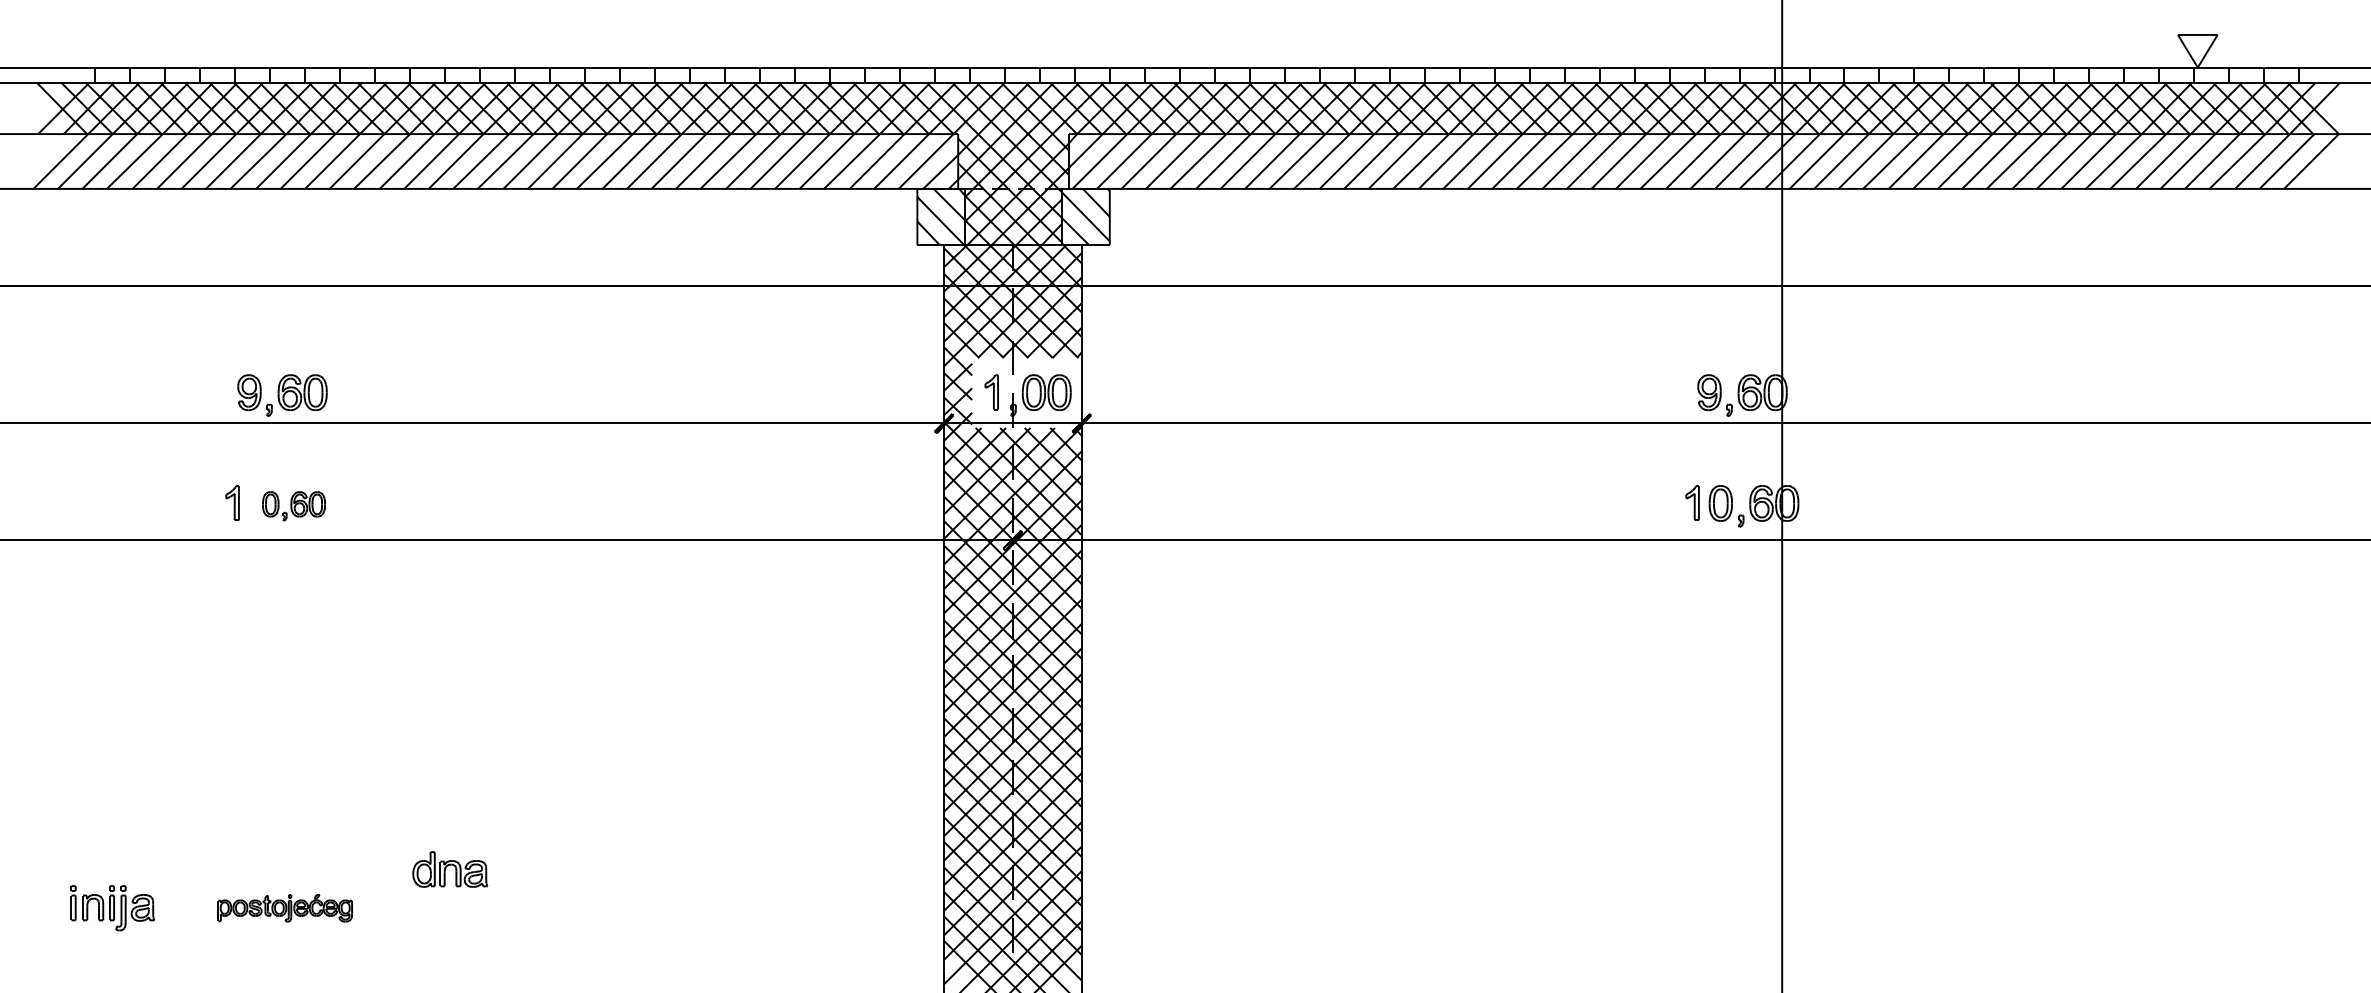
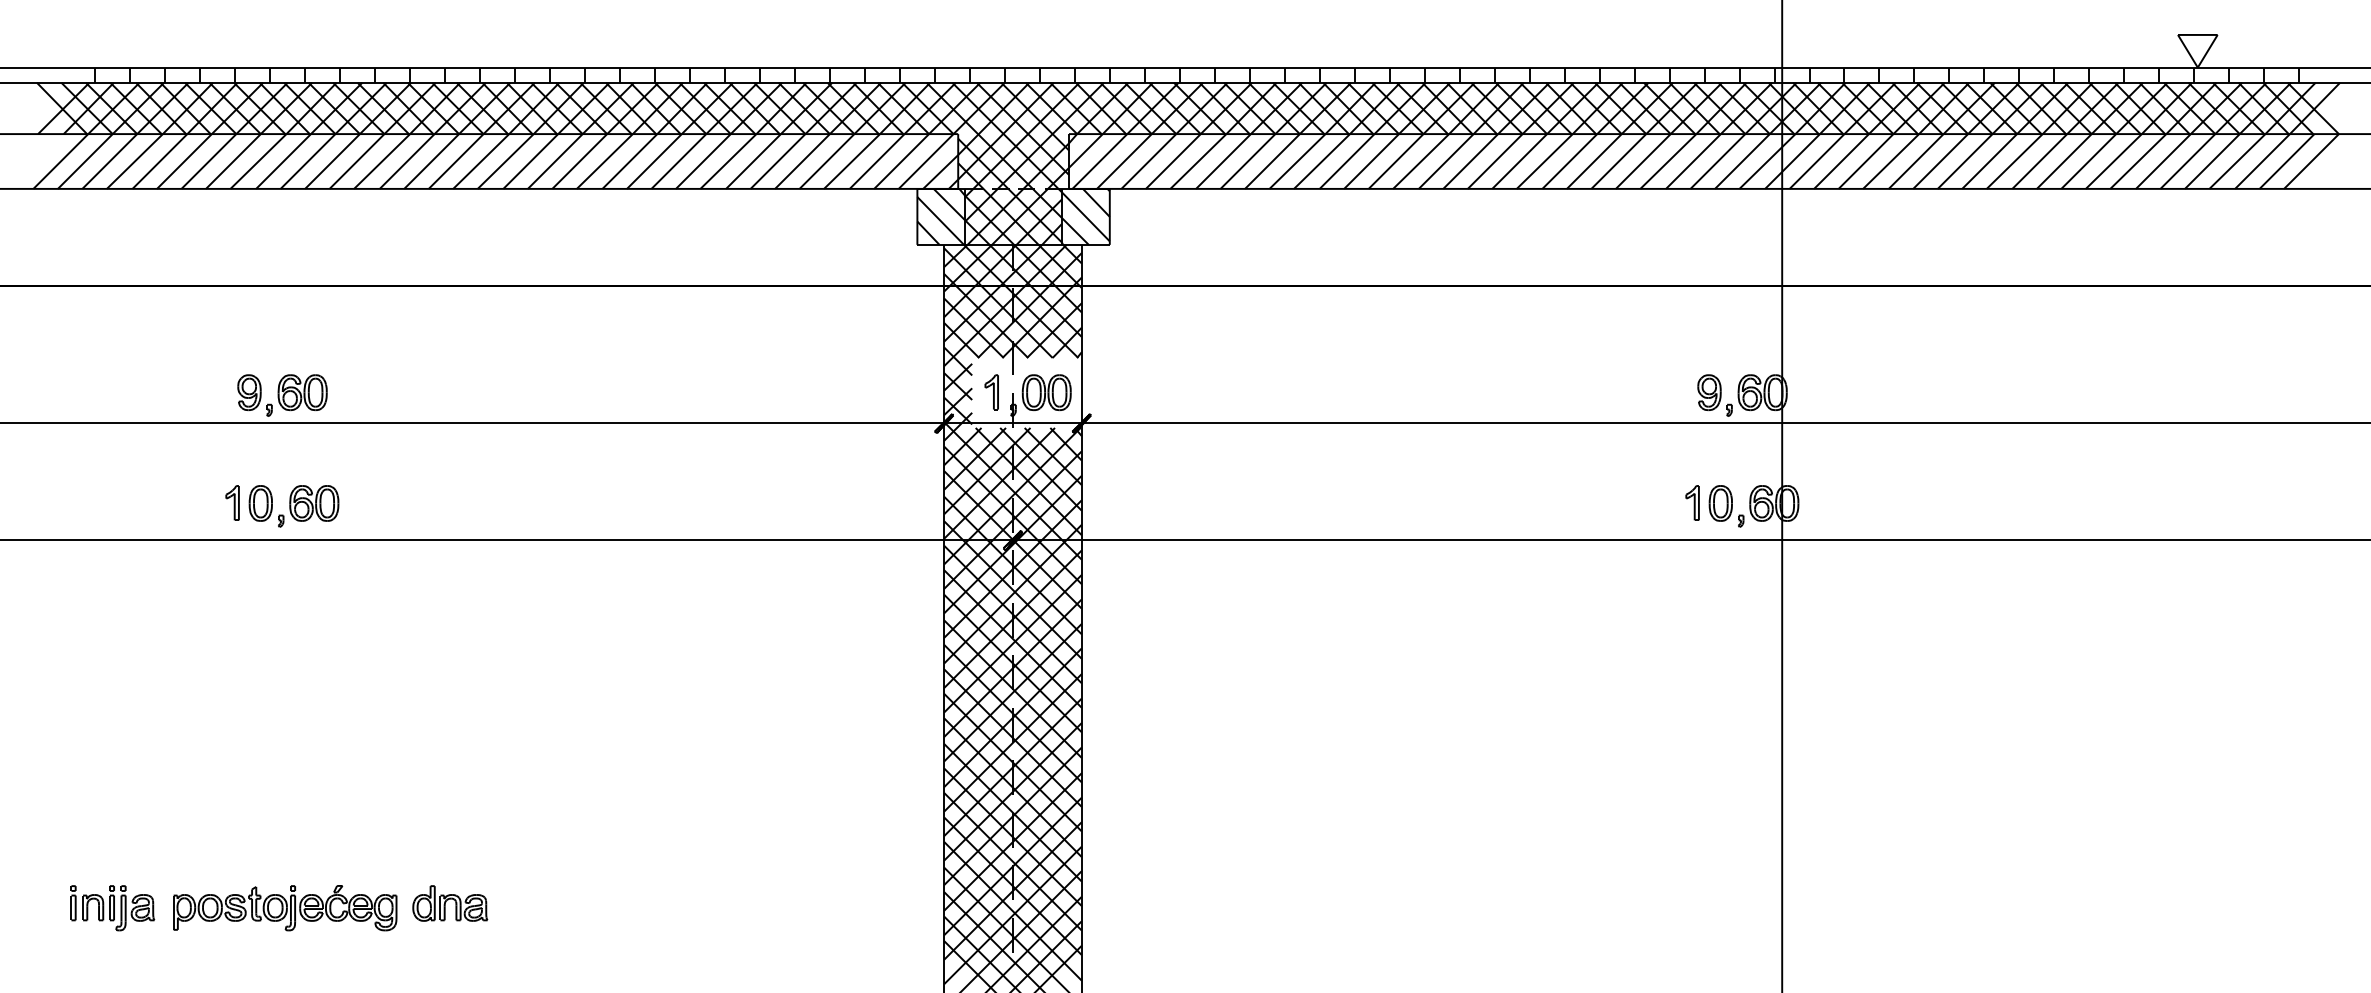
part at (293, 506) size: 64x31 px -> 92x43 px
part at (450, 869) position: (450, 869) -> (450, 903)
part at (284, 908) size: 136x29 px -> 225x47 px
